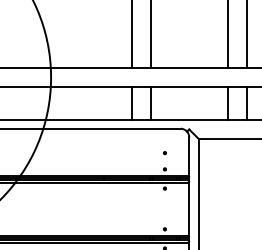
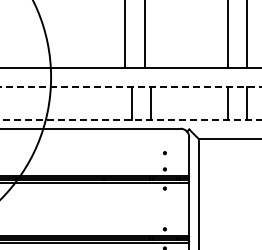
line at (131, 34) position: (131, 34) -> (124, 34)
line at (151, 34) position: (151, 34) -> (145, 34)
line at (131, 87): solid -> dashed
line at (130, 119): solid -> dashed
